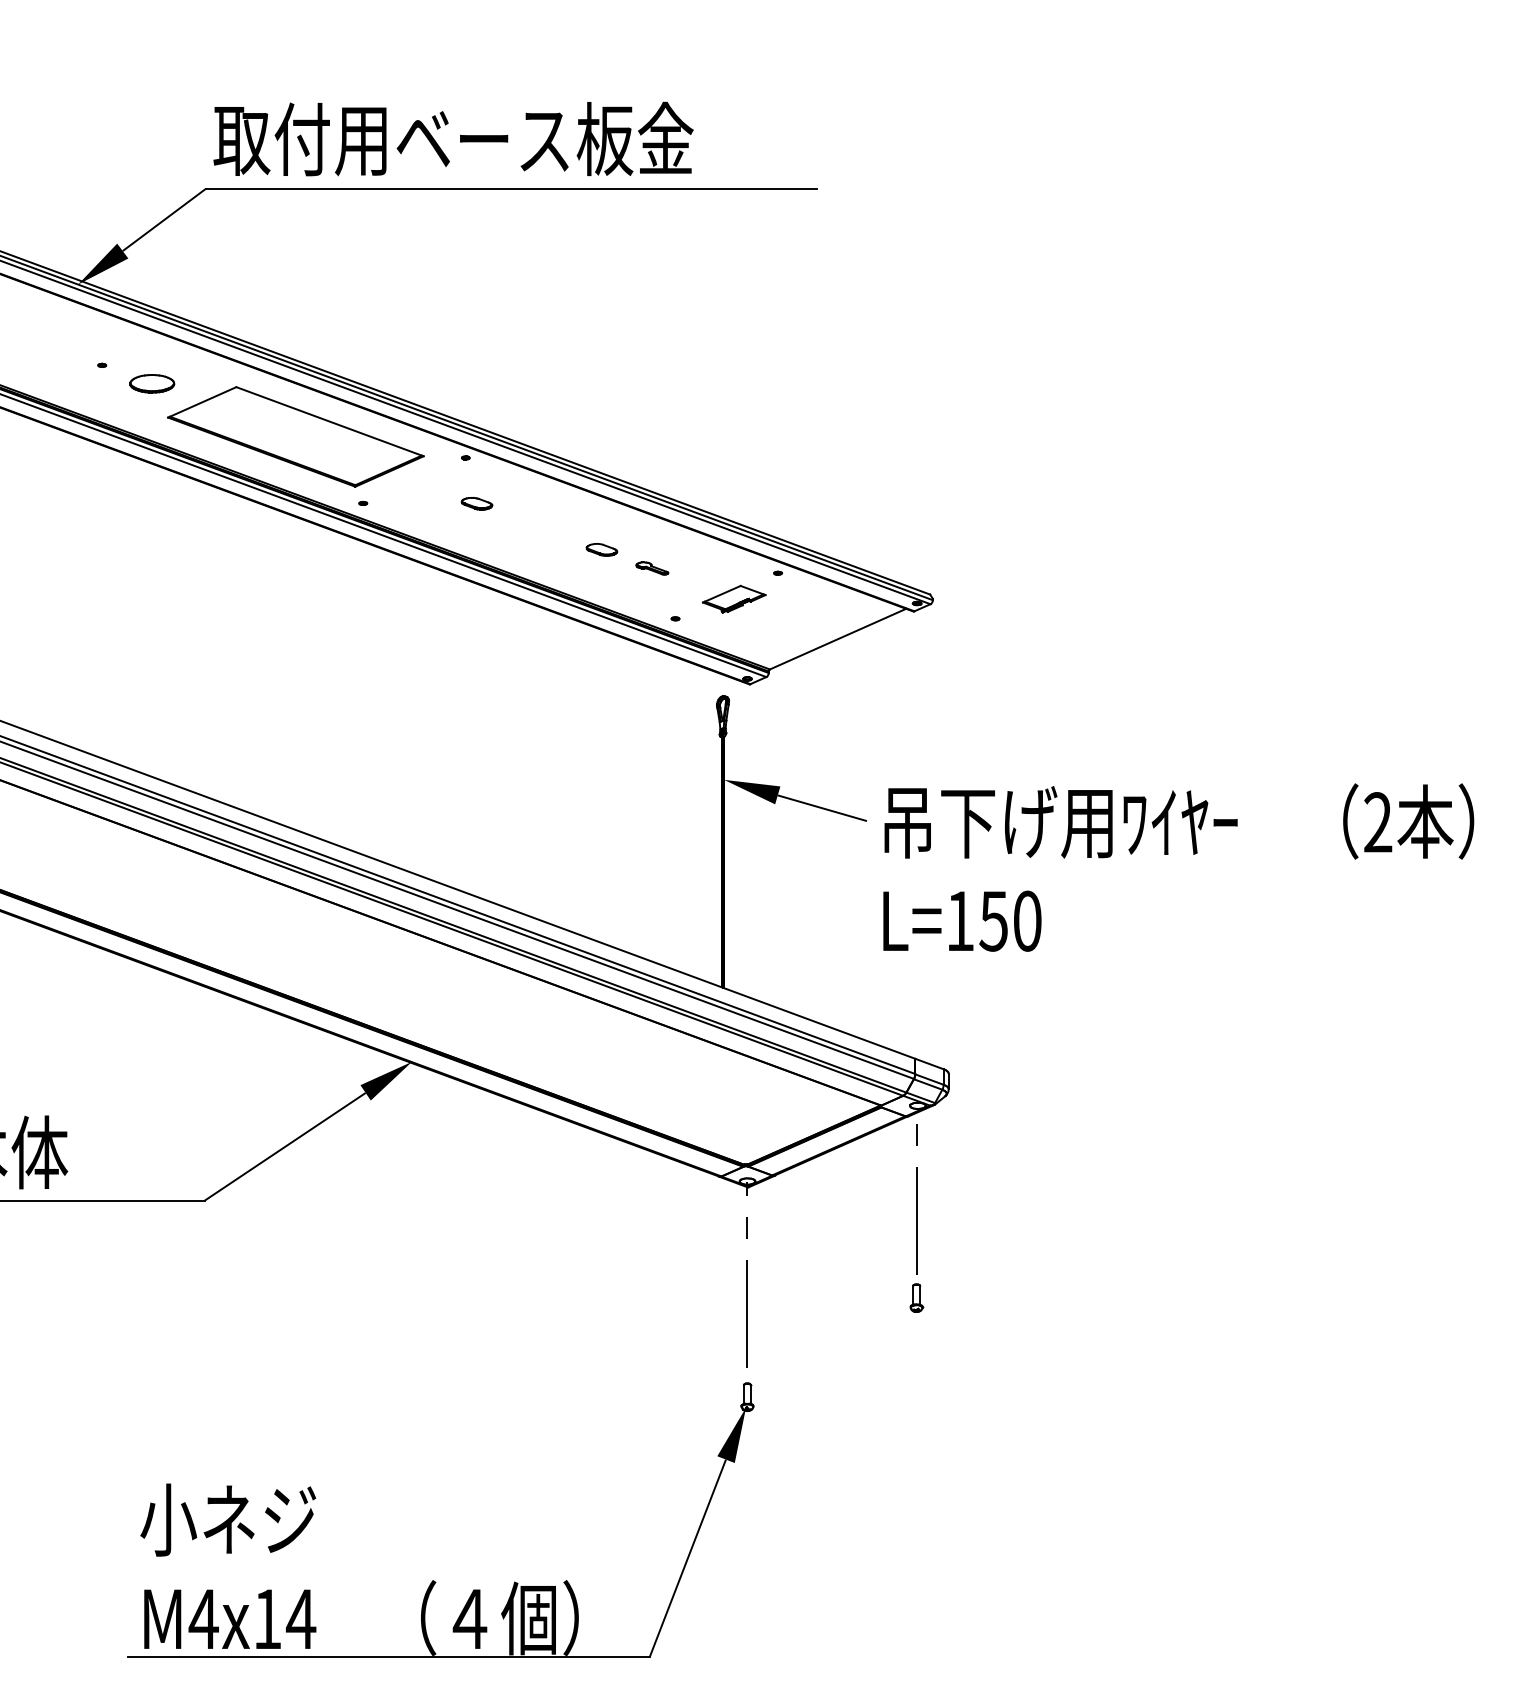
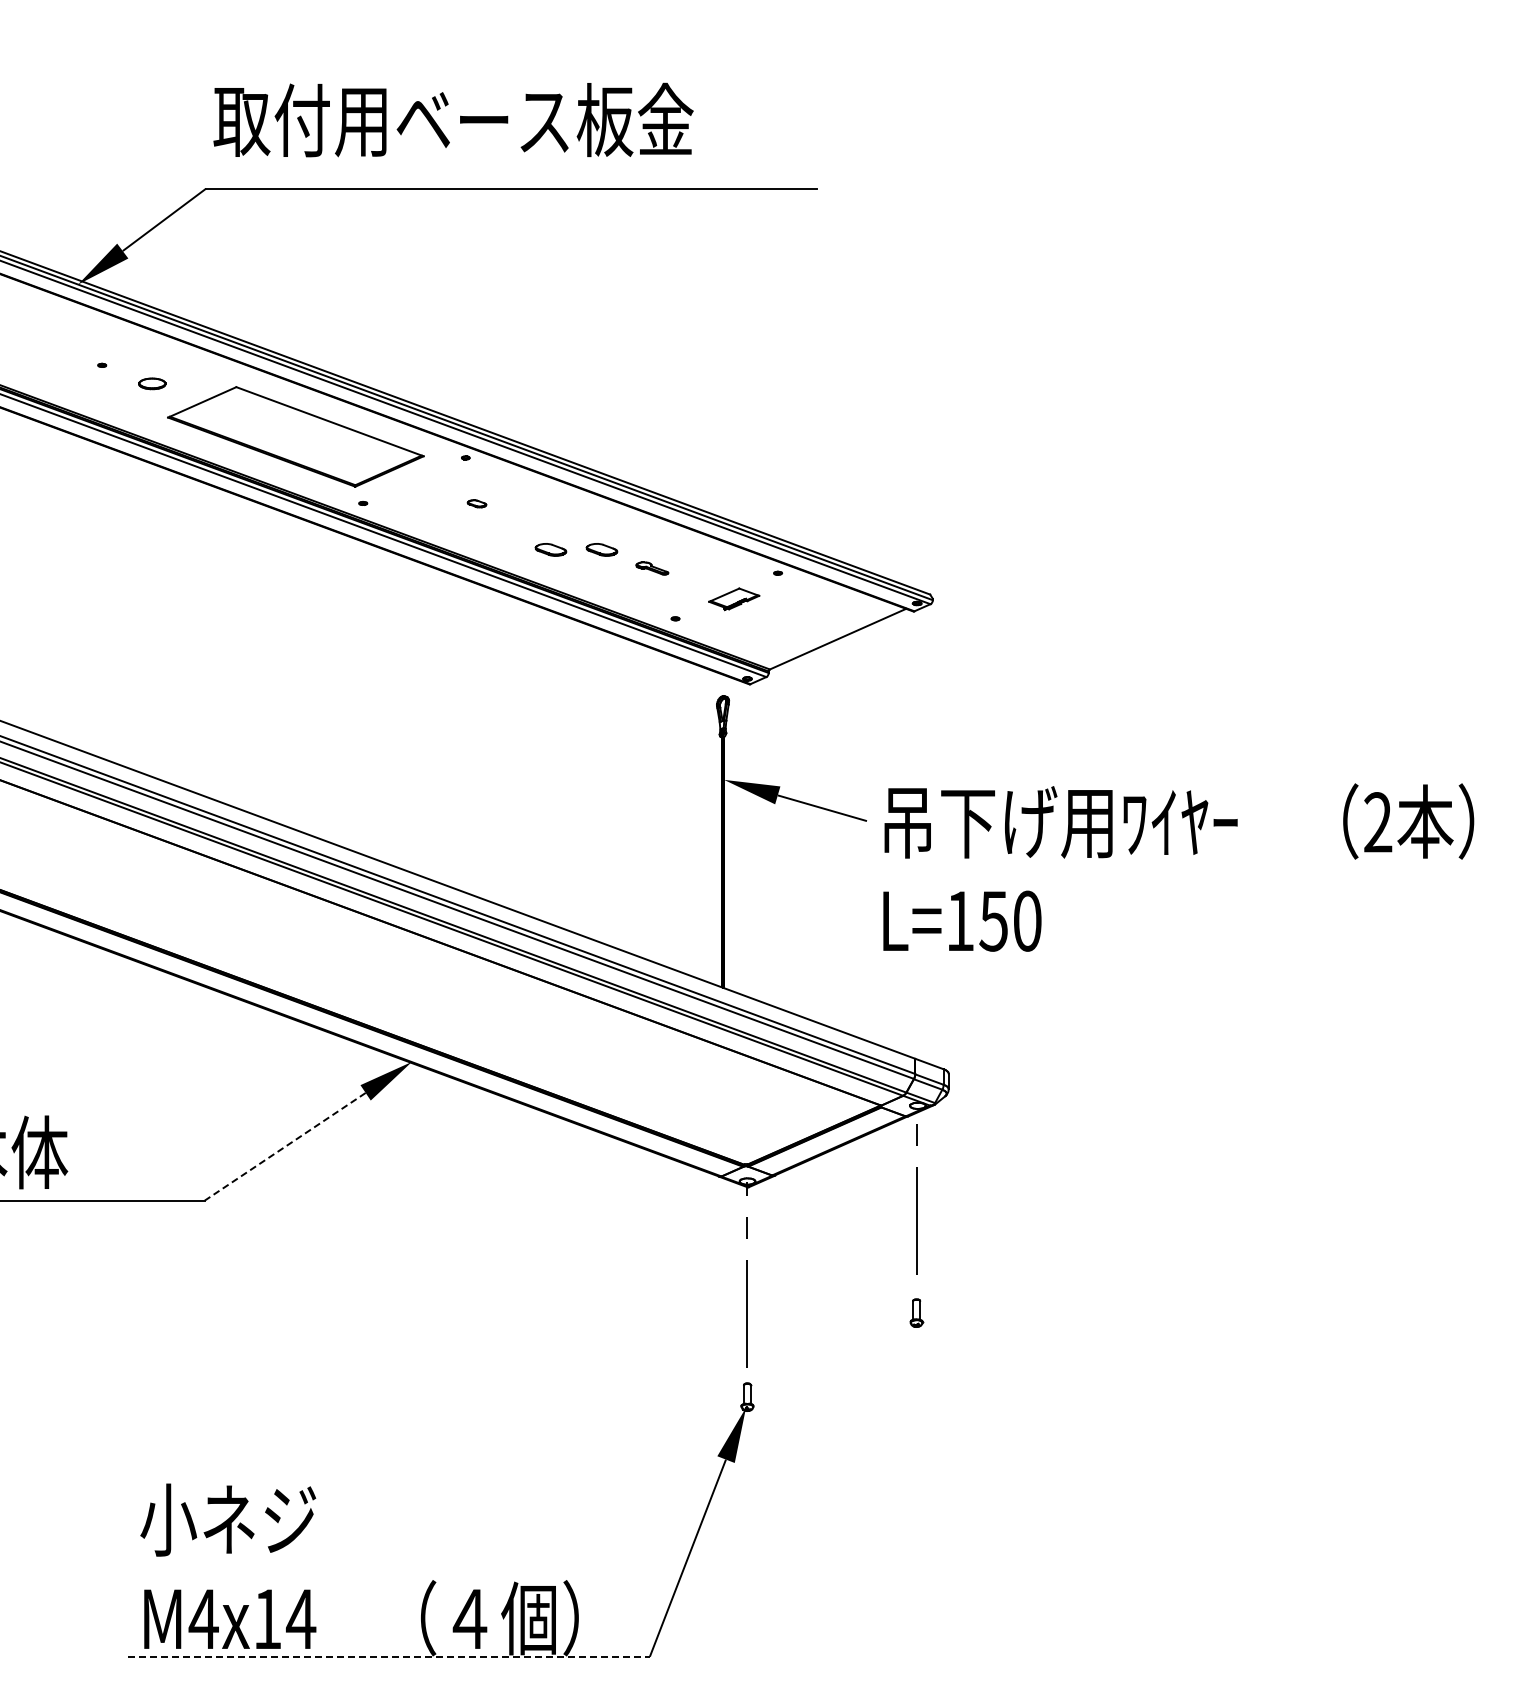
text at (453, 138) position: (453, 138) -> (453, 119)
part at (152, 383) size: 47x20 px -> 29x14 px
part at (476, 503) size: 34x14 px -> 22x10 px
part at (550, 549): none -> present
part at (733, 598) size: 66x30 px -> 53x25 px
line at (285, 1146): solid -> dashed
part at (916, 1297) position: (916, 1297) -> (916, 1312)
line at (389, 1656): solid -> dashed
